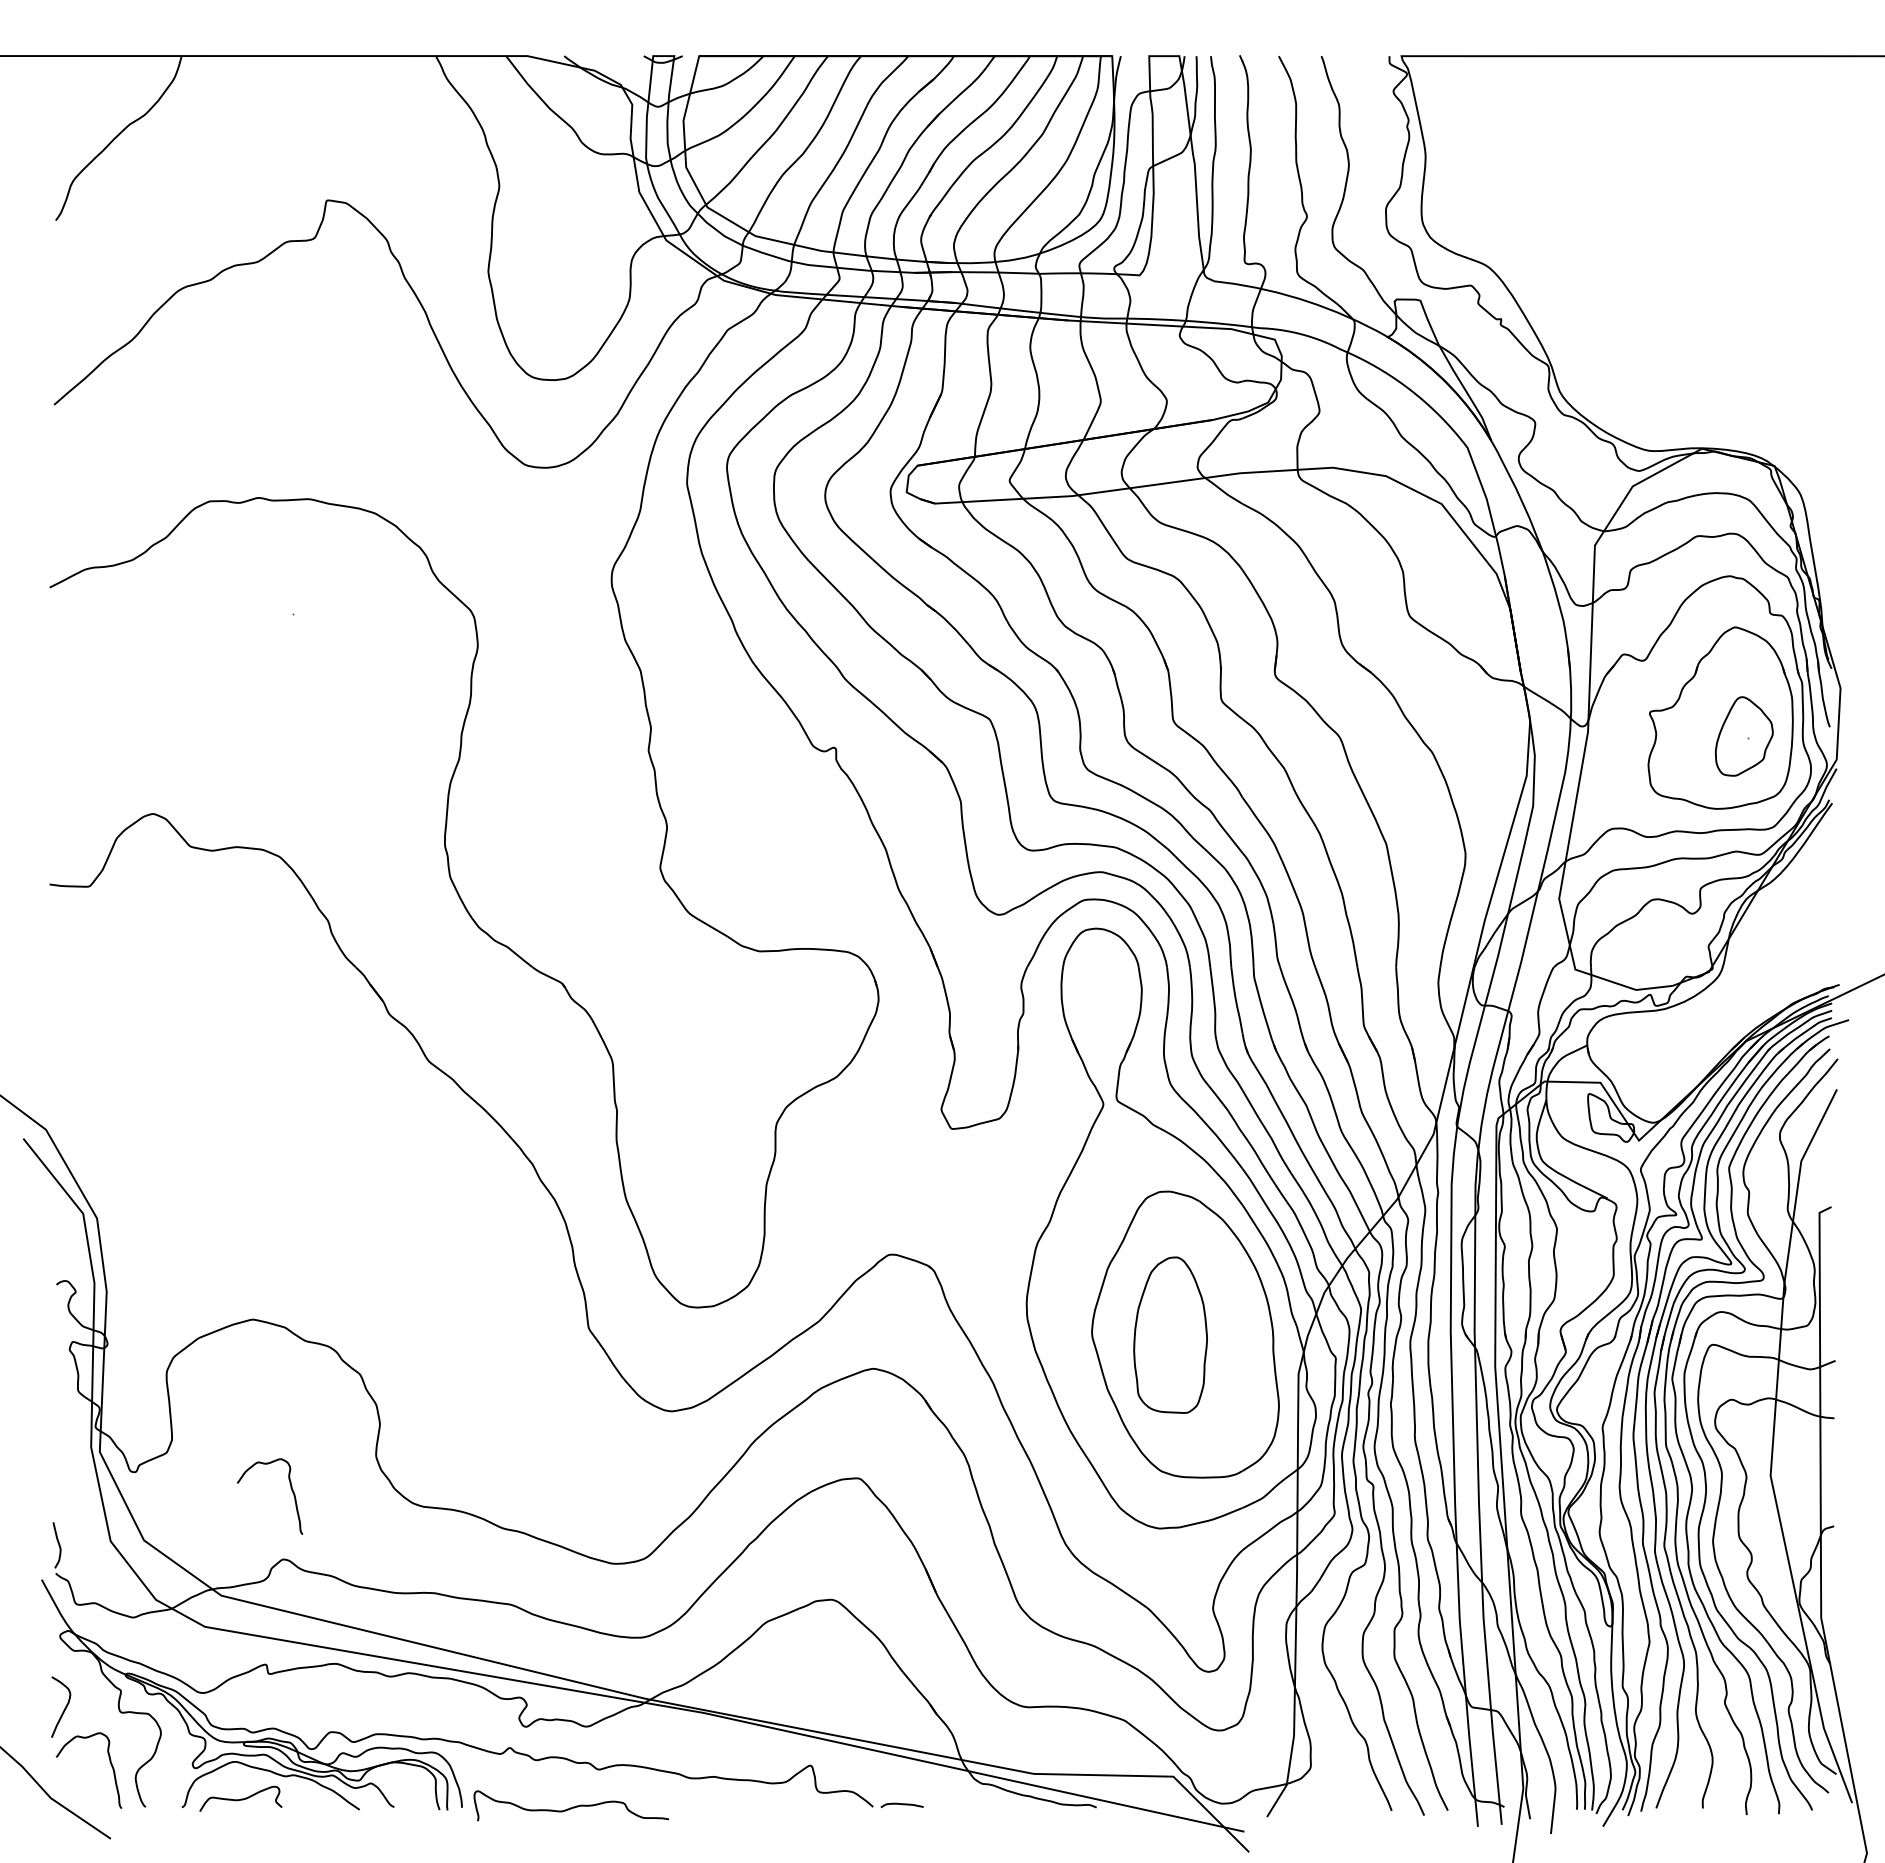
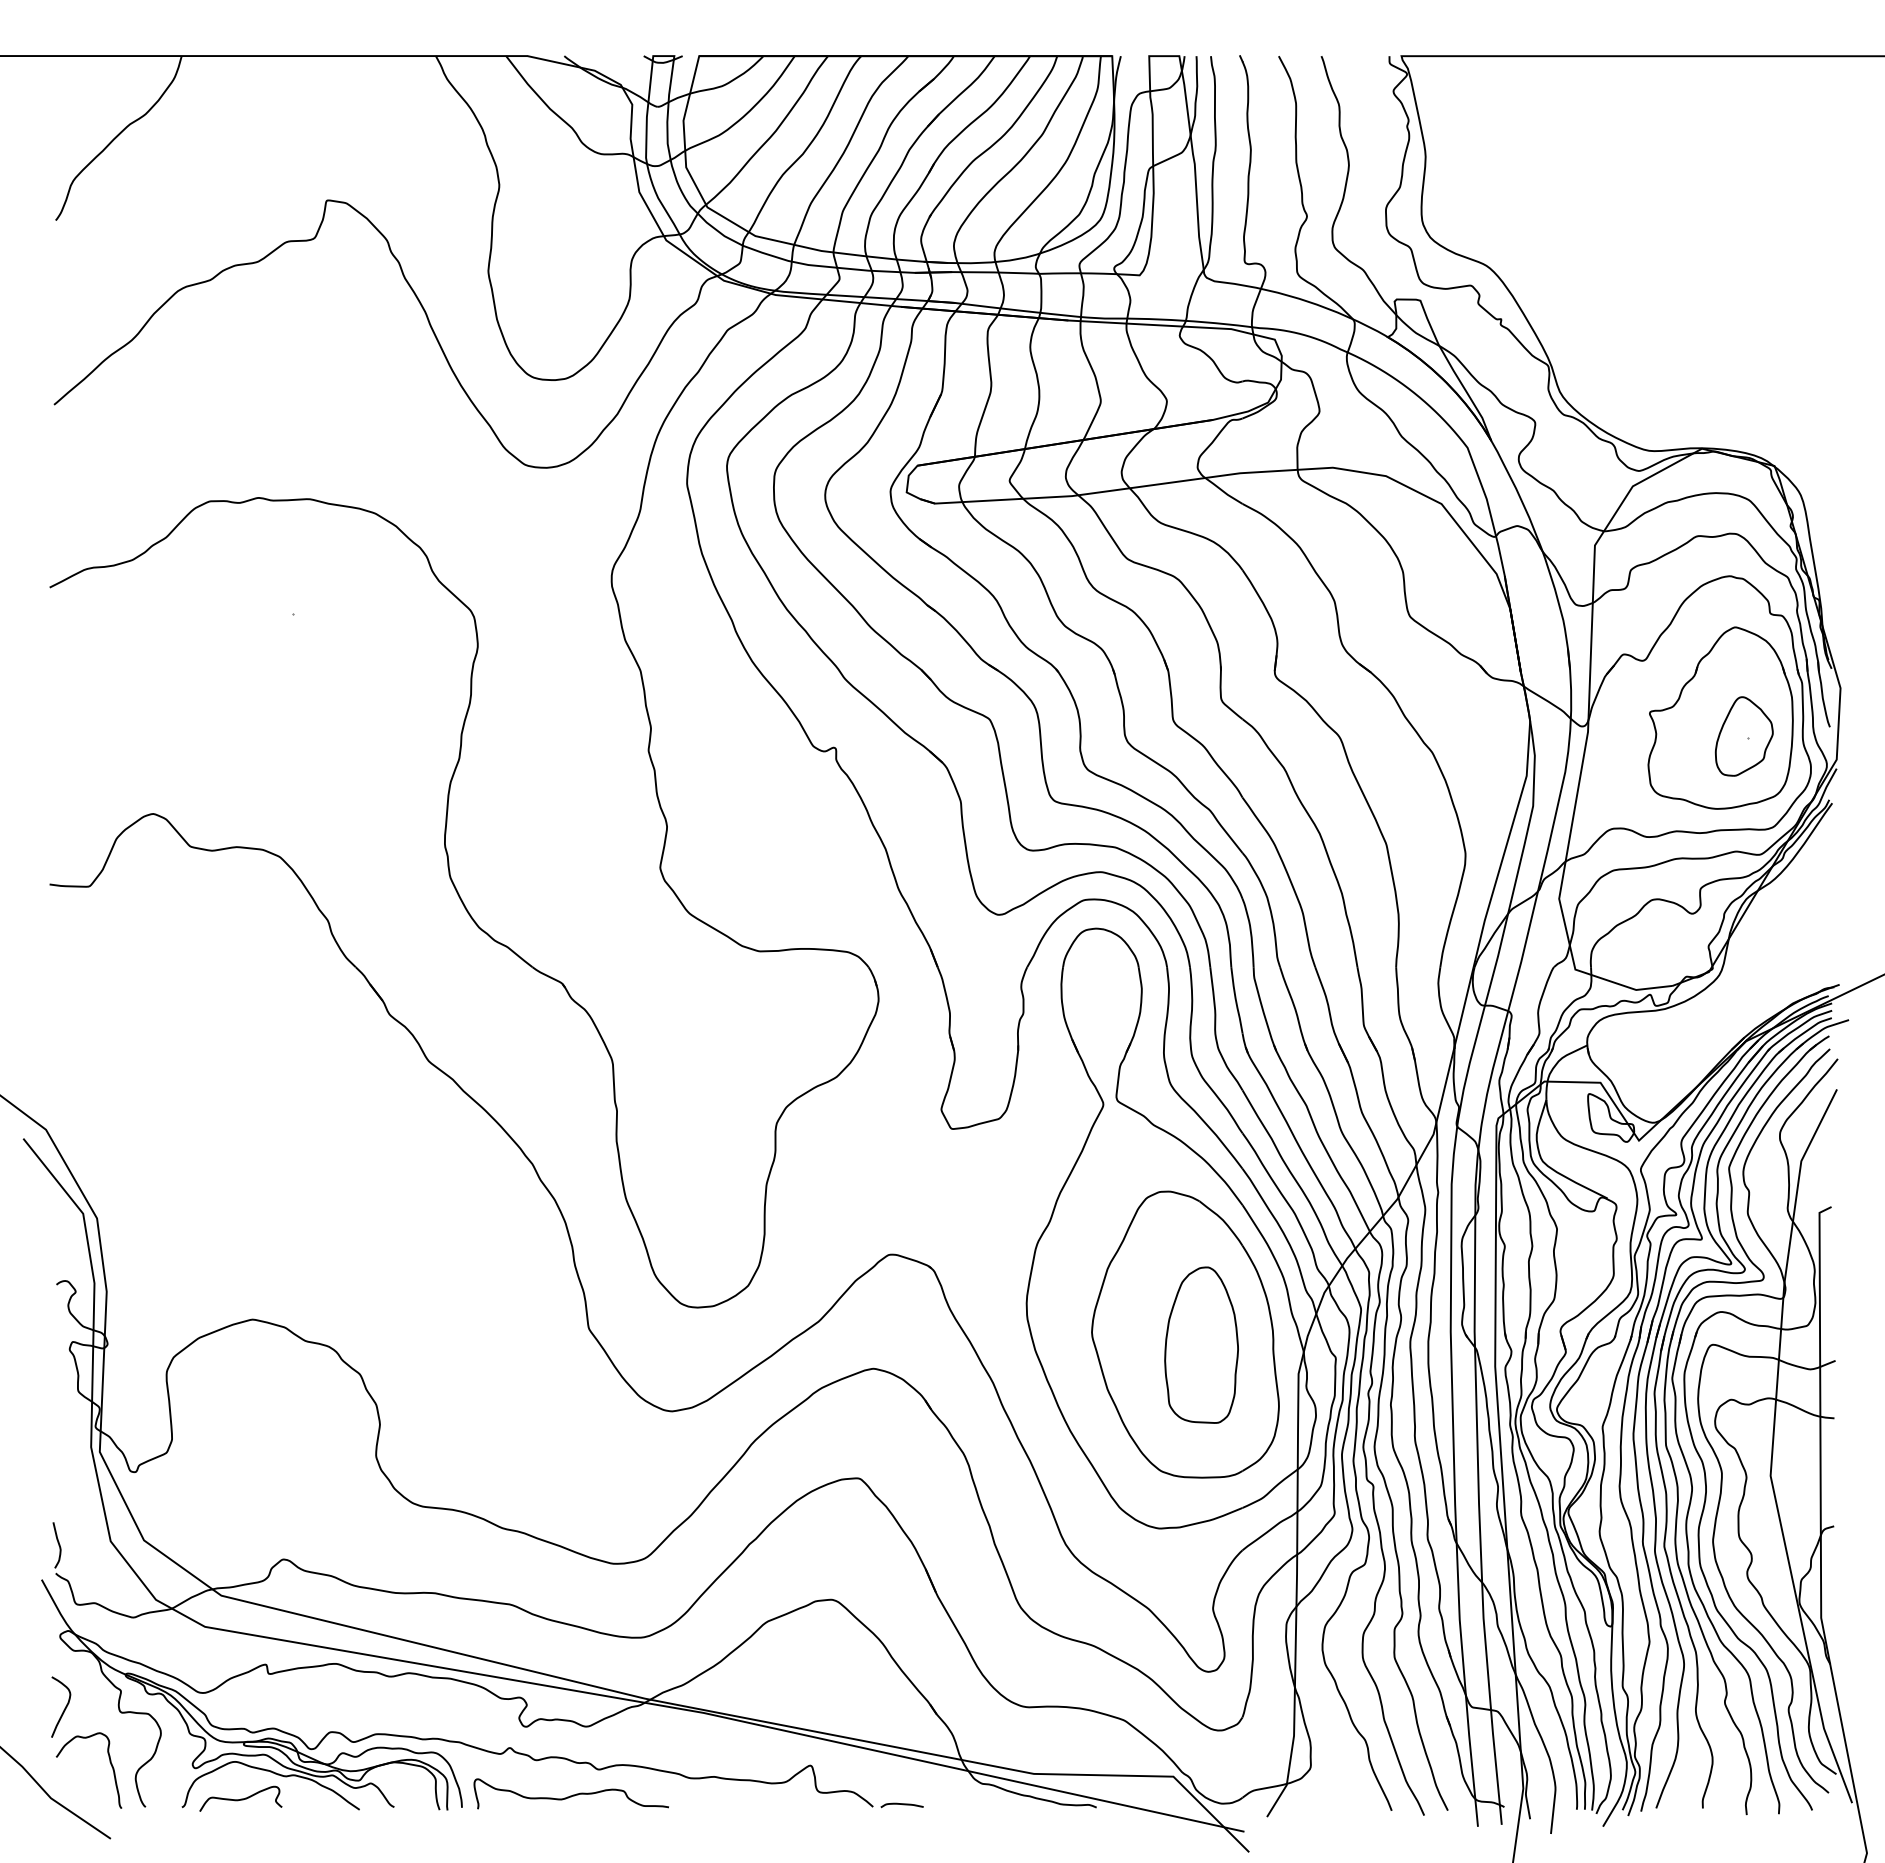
part at (1170, 1334) position: (1170, 1334) -> (1201, 1344)
curve at (290, 1488): present -> none
curve at (570, 1807) position: (570, 1807) -> (570, 1795)
